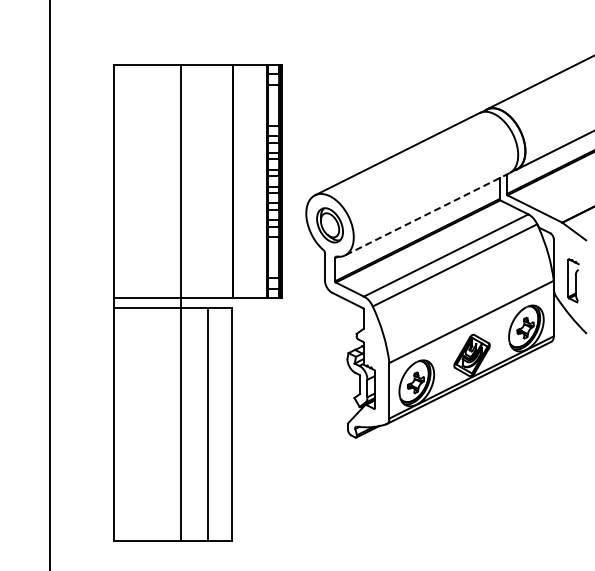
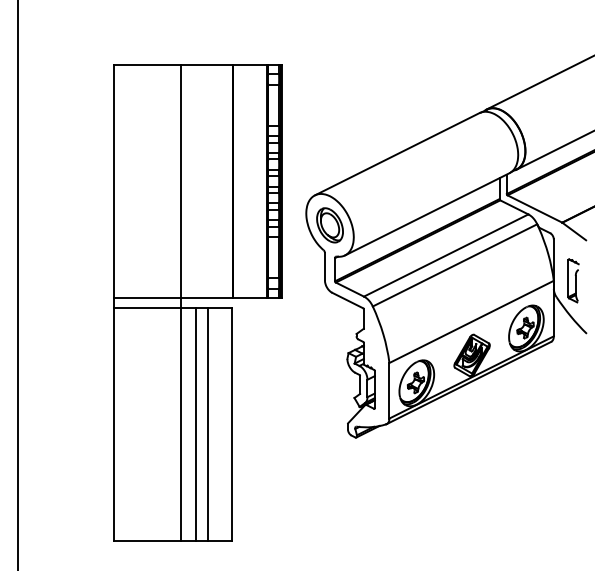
line at (427, 214): dashed -> solid
line at (49, 284) position: (49, 284) -> (17, 284)
line at (195, 424): none -> present
